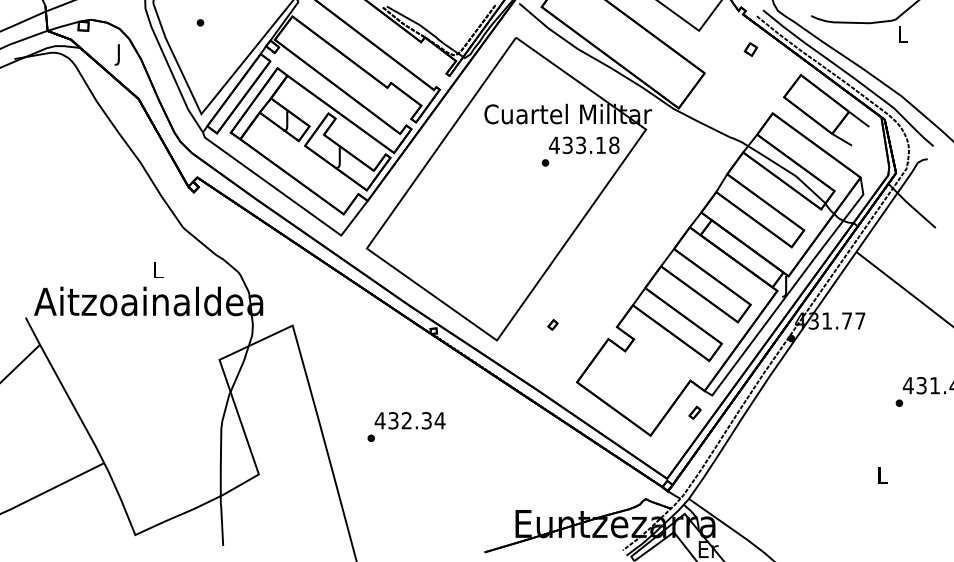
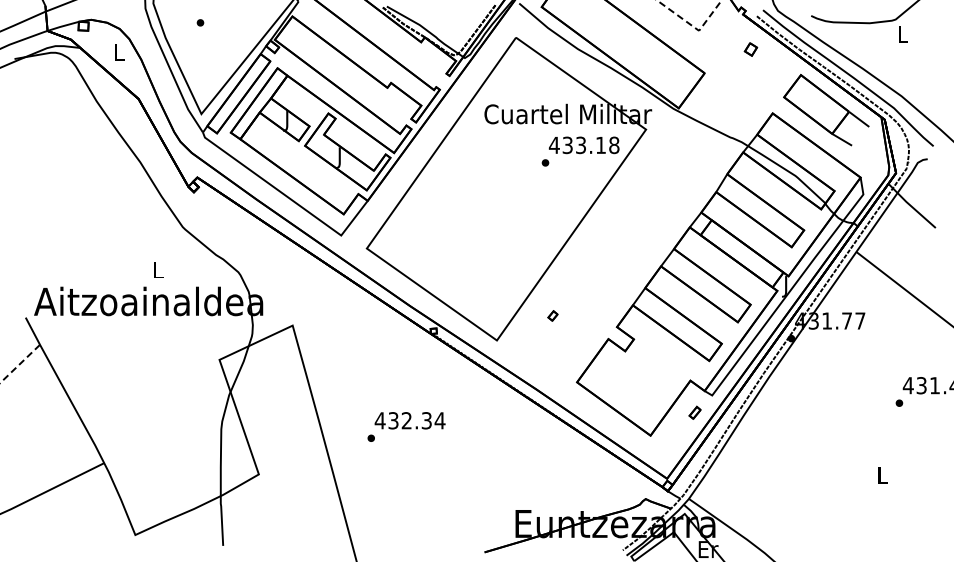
line at (694, 27): solid -> dashed
text at (119, 54): J -> L
part at (552, 324) position: (552, 324) -> (552, 315)
line at (19, 364): solid -> dashed
